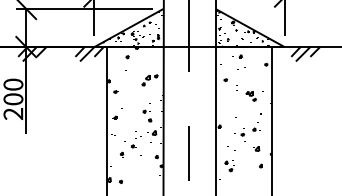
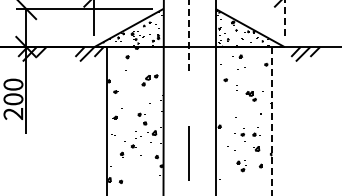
line at (284, 18): solid -> dashed
line at (189, 36): solid -> dashed
part at (147, 115) position: (147, 115) -> (142, 118)
line at (272, 121): solid -> dashed
part at (256, 126) position: (256, 126) -> (256, 131)
part at (229, 166) position: (229, 166) -> (241, 166)
